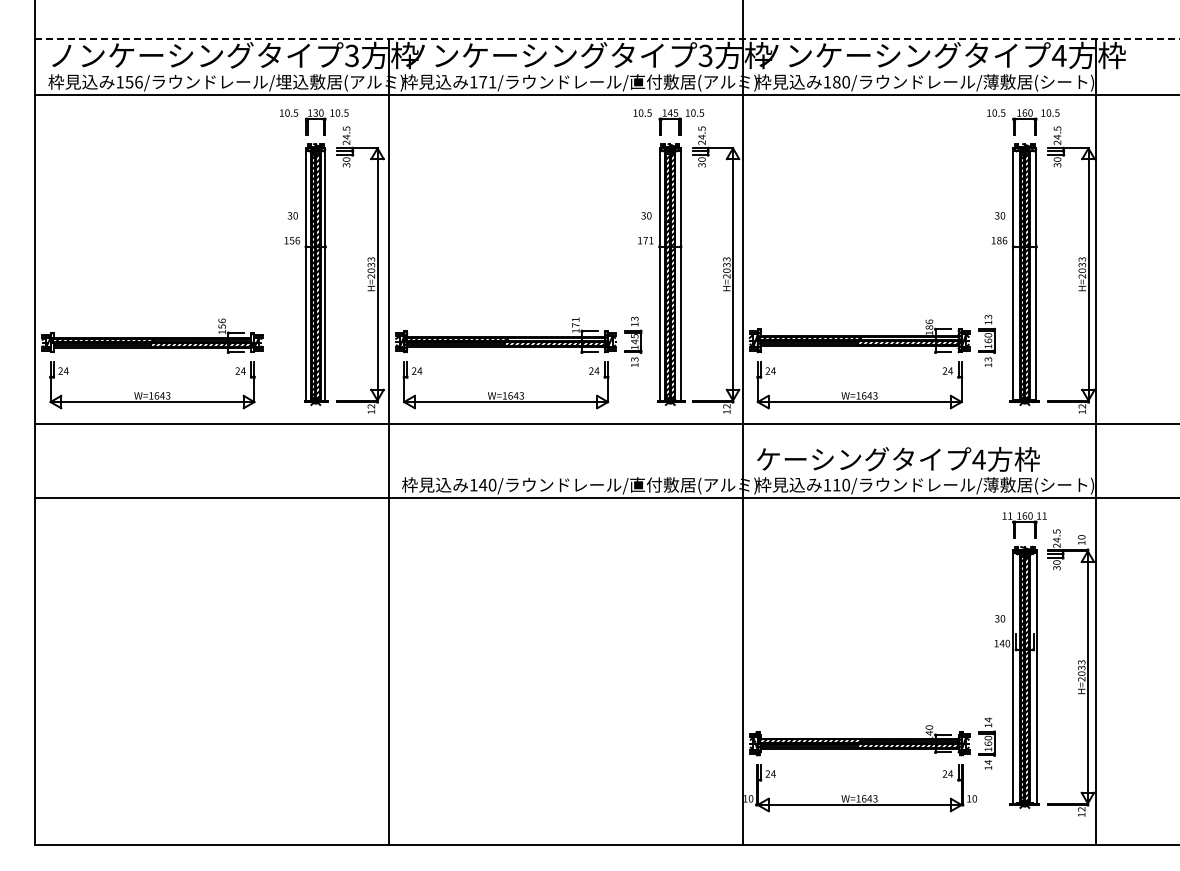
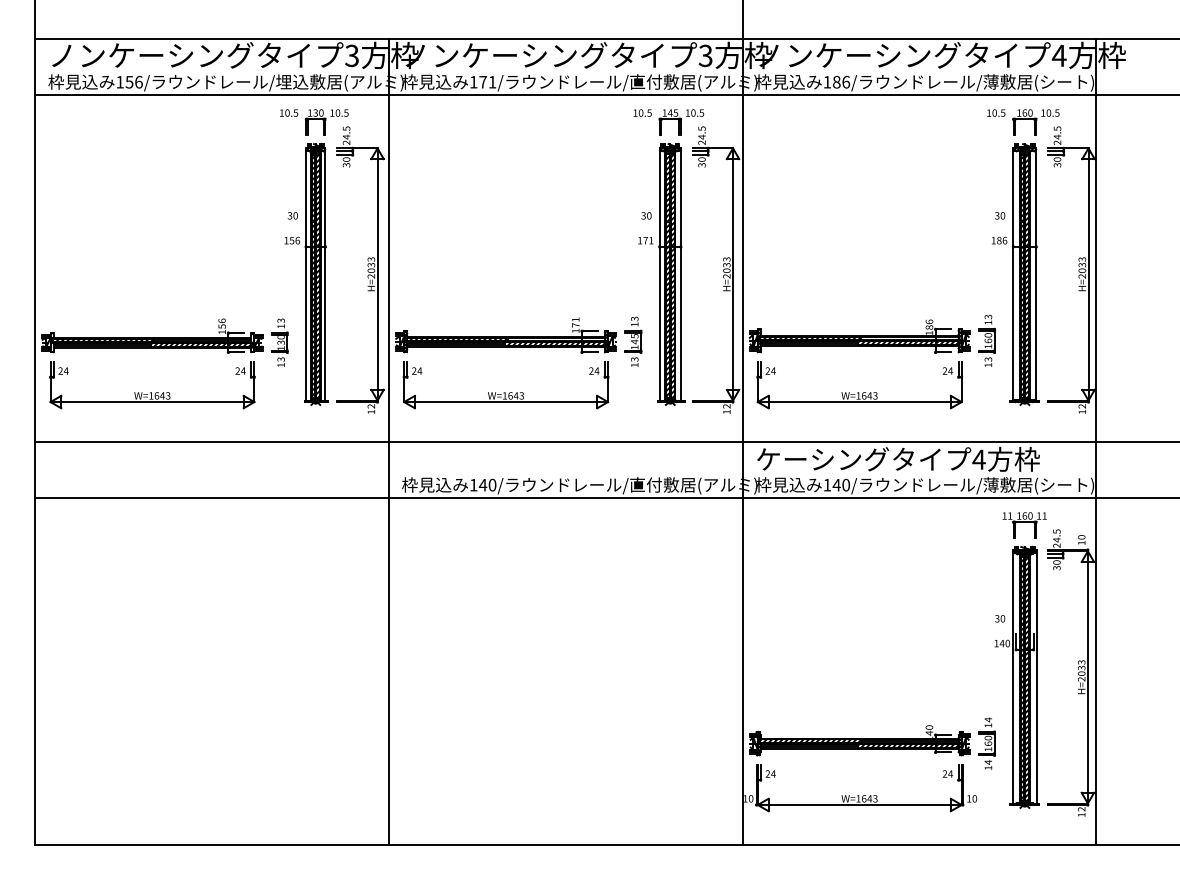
line at (607, 38): dashed -> solid
text at (846, 81): 180/ -> 186/
part at (279, 342): none -> present
line at (605, 423) position: (605, 423) -> (605, 441)
text at (836, 485): 110/ -> 140/
